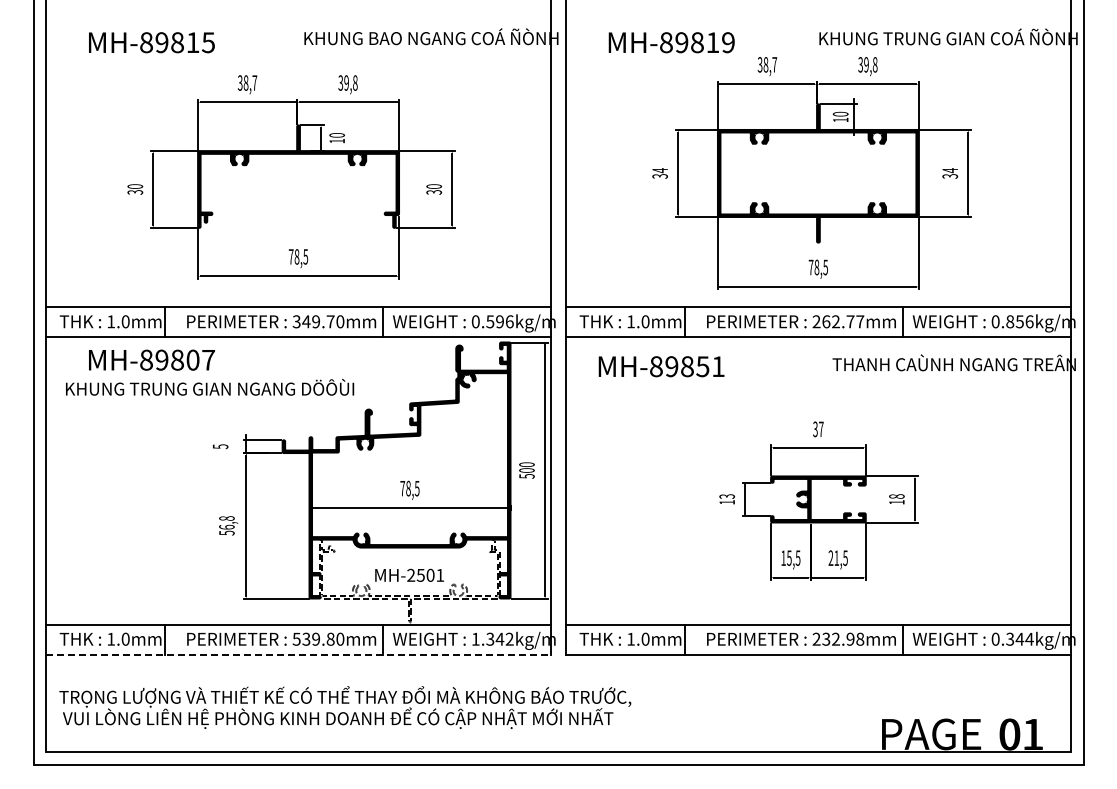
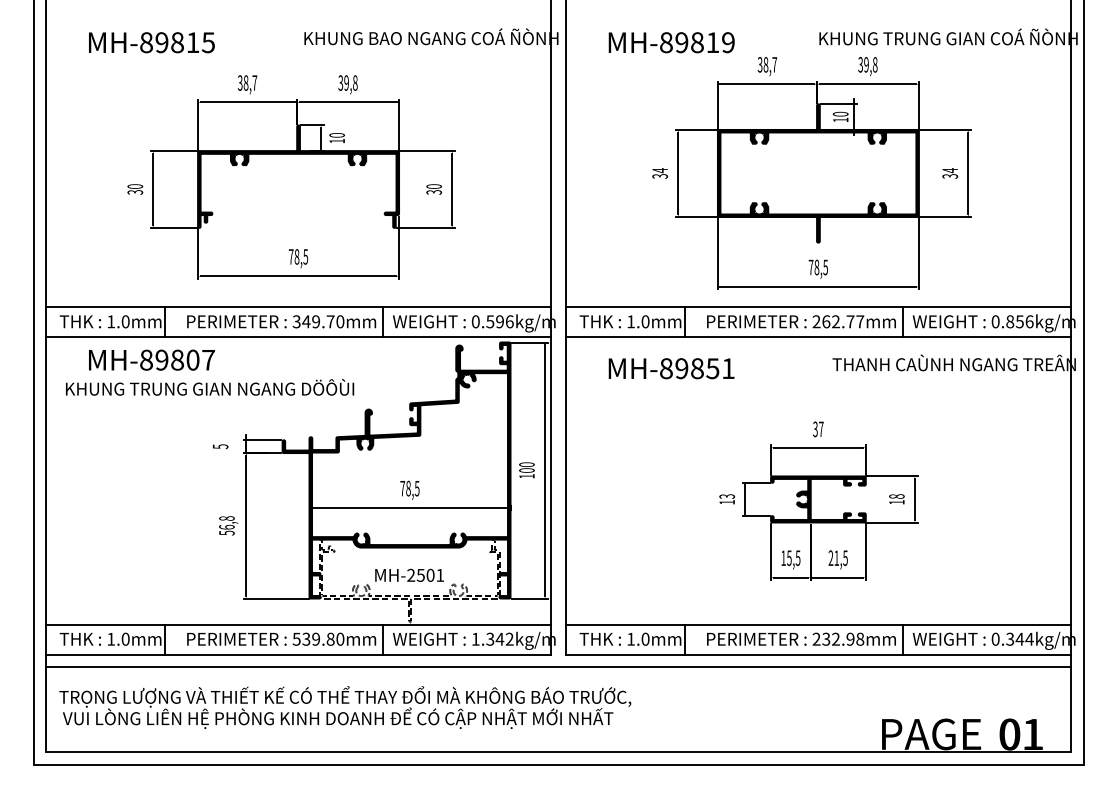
text at (661, 366) position: (661, 366) -> (671, 368)
text at (526, 476): 500 -> 100
line at (299, 654): dashed -> solid
line at (558, 667): none -> present
